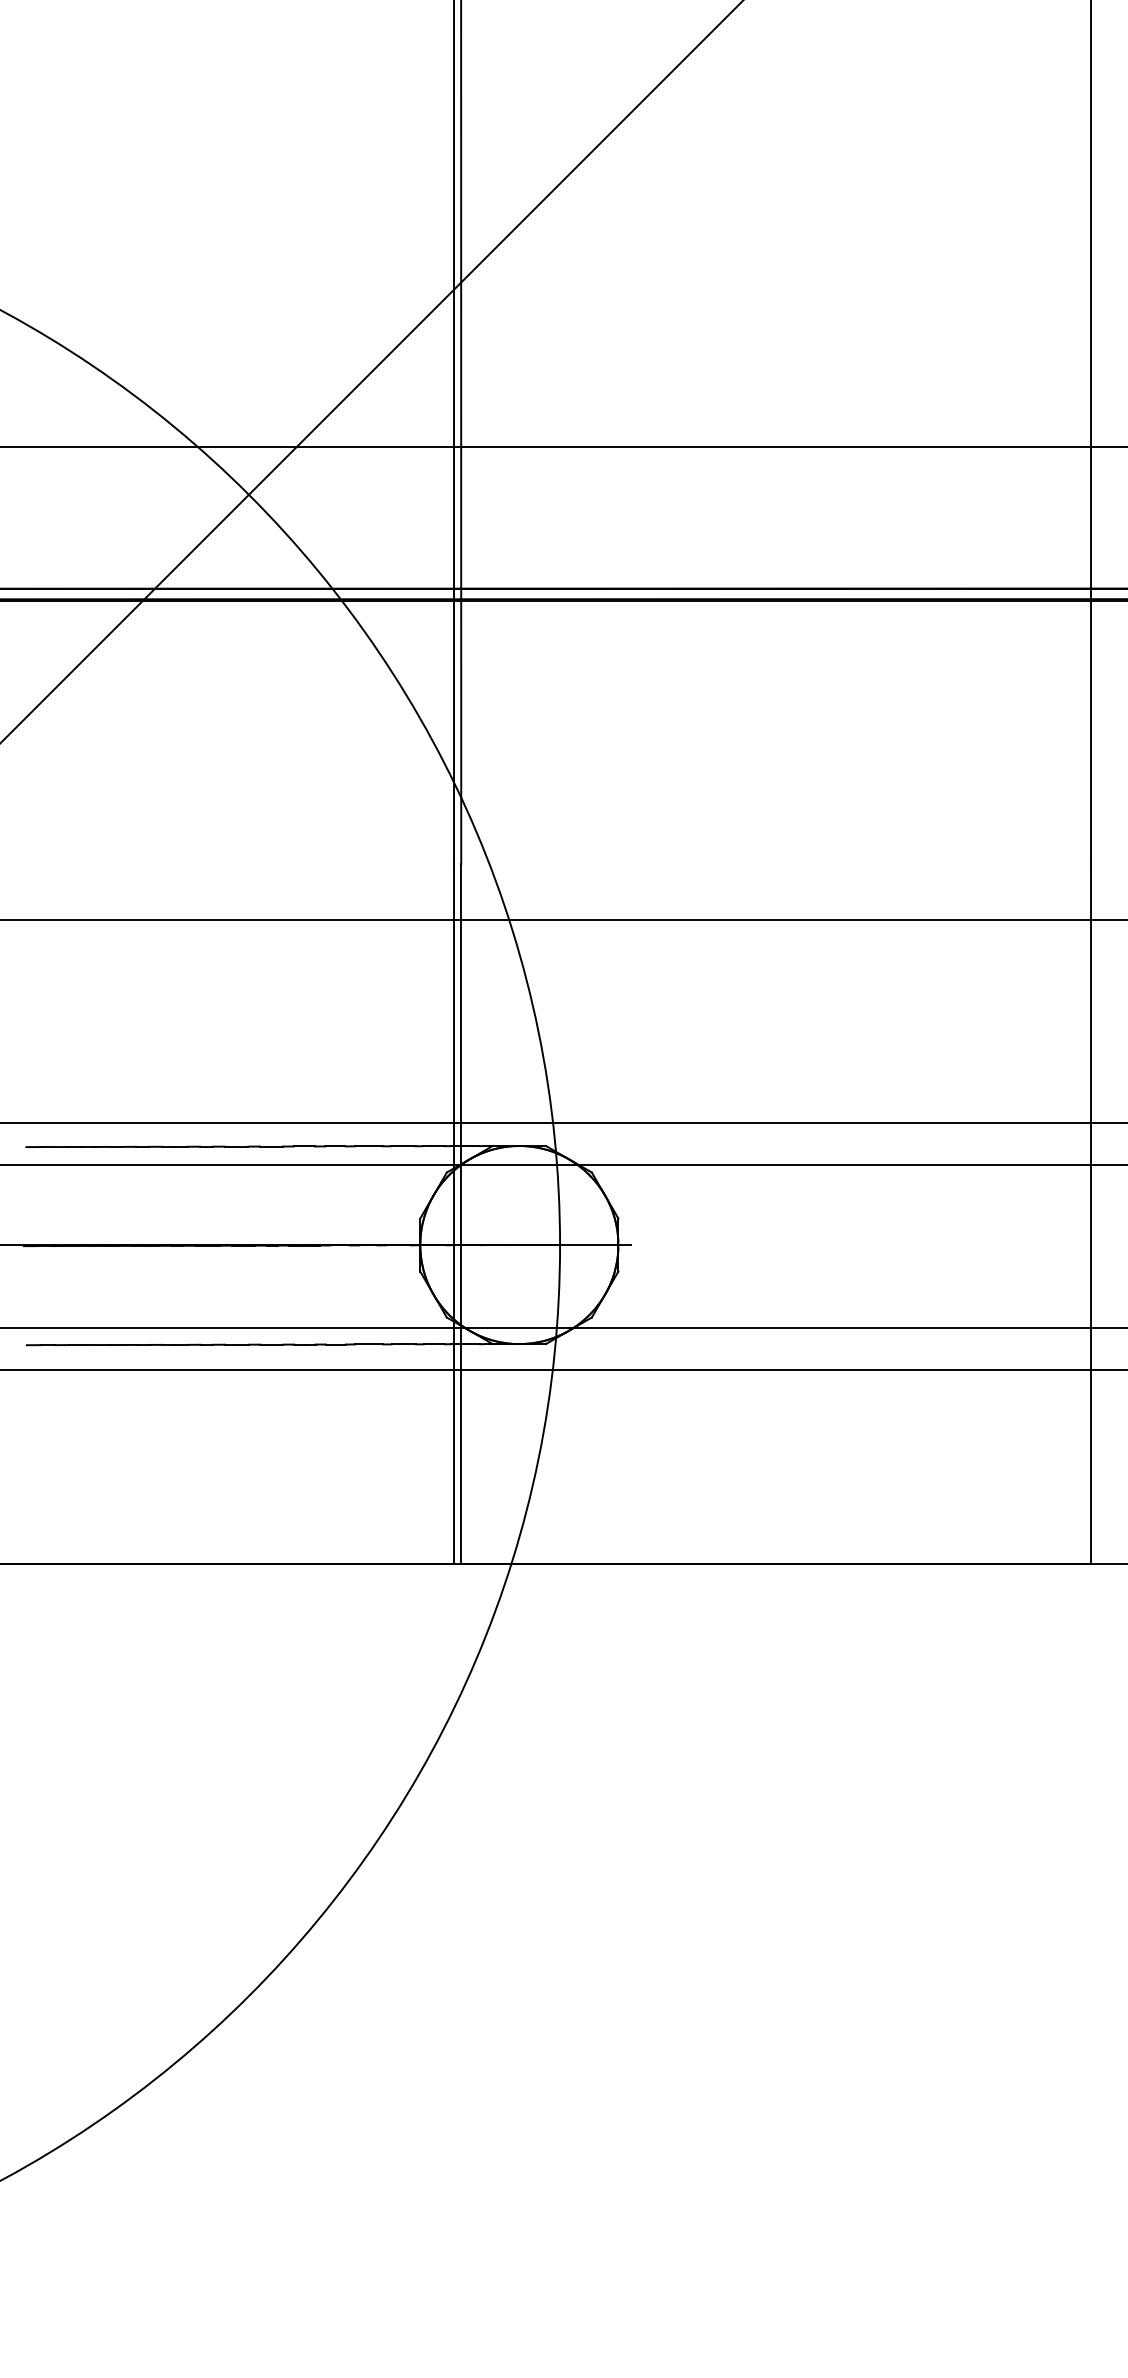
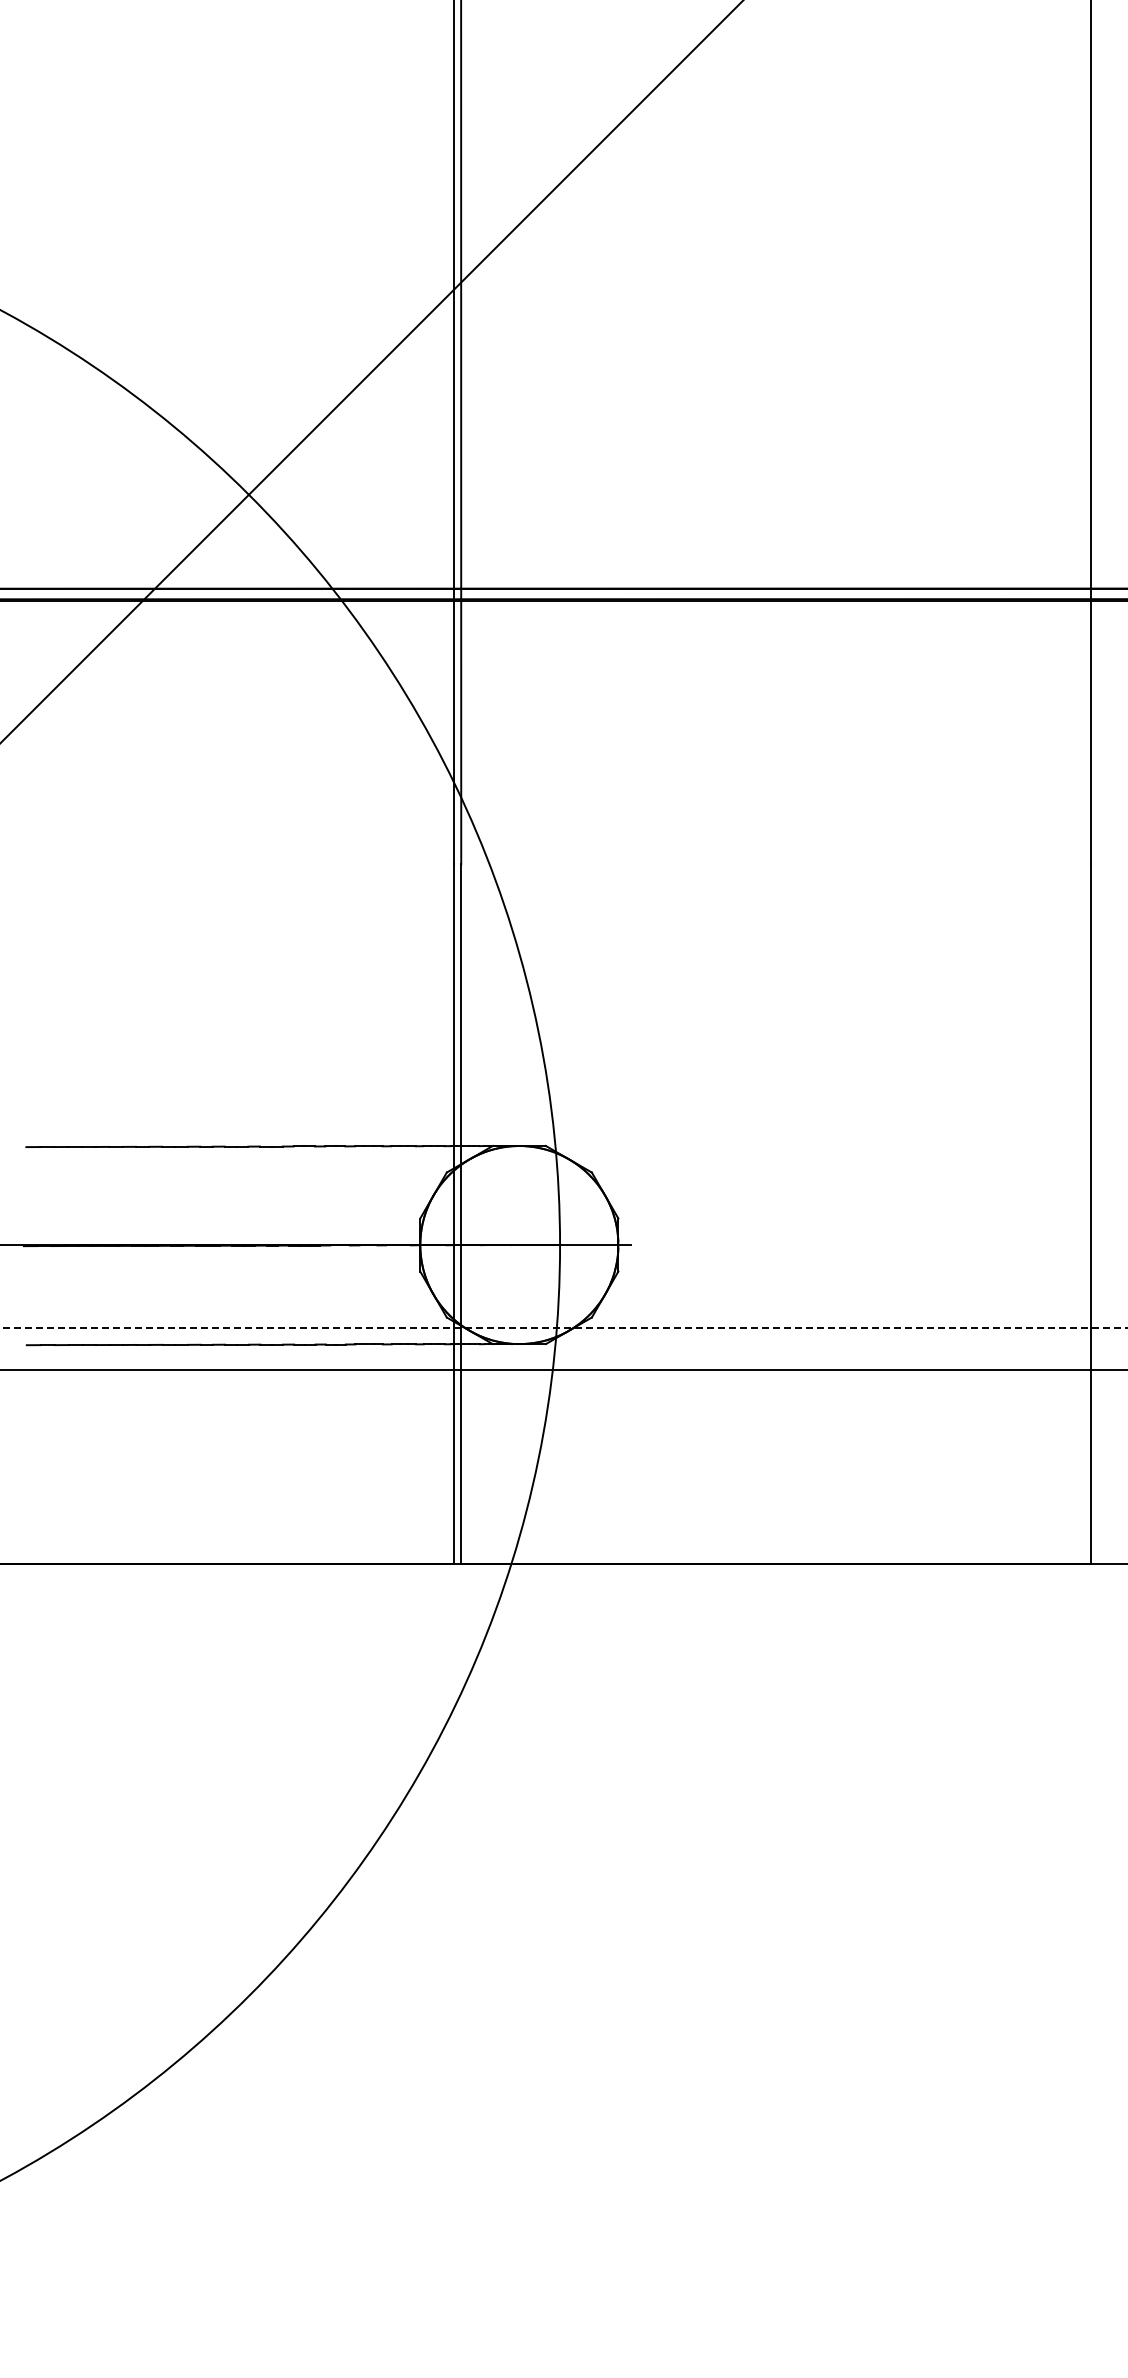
line at (563, 447): present -> none
line at (563, 919): present -> none
line at (563, 1122): present -> none
line at (563, 1165): present -> none
line at (564, 1327): solid -> dashed
